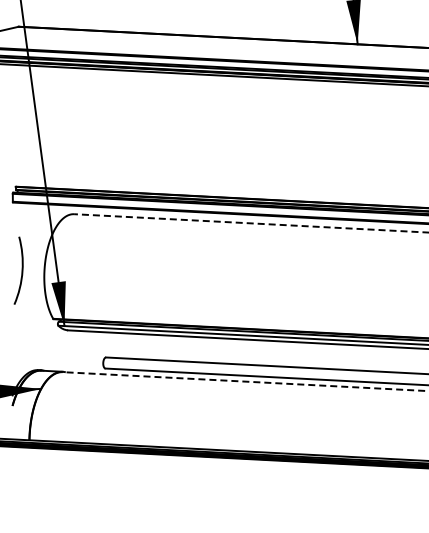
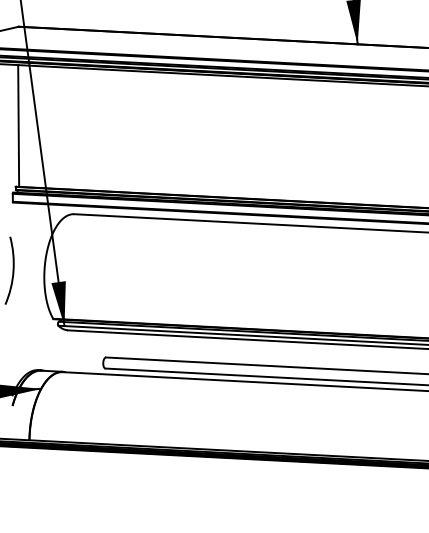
line at (18, 125): none -> present
line at (250, 223): dashed -> solid
arc at (21, 270) position: (21, 270) -> (12, 270)
line at (245, 381): dashed -> solid
